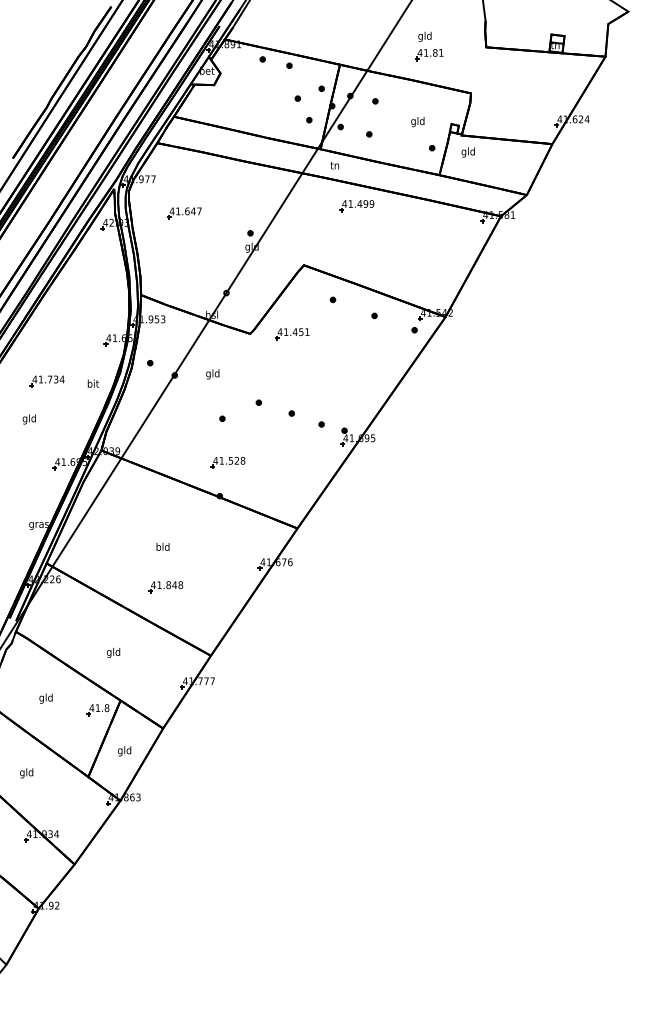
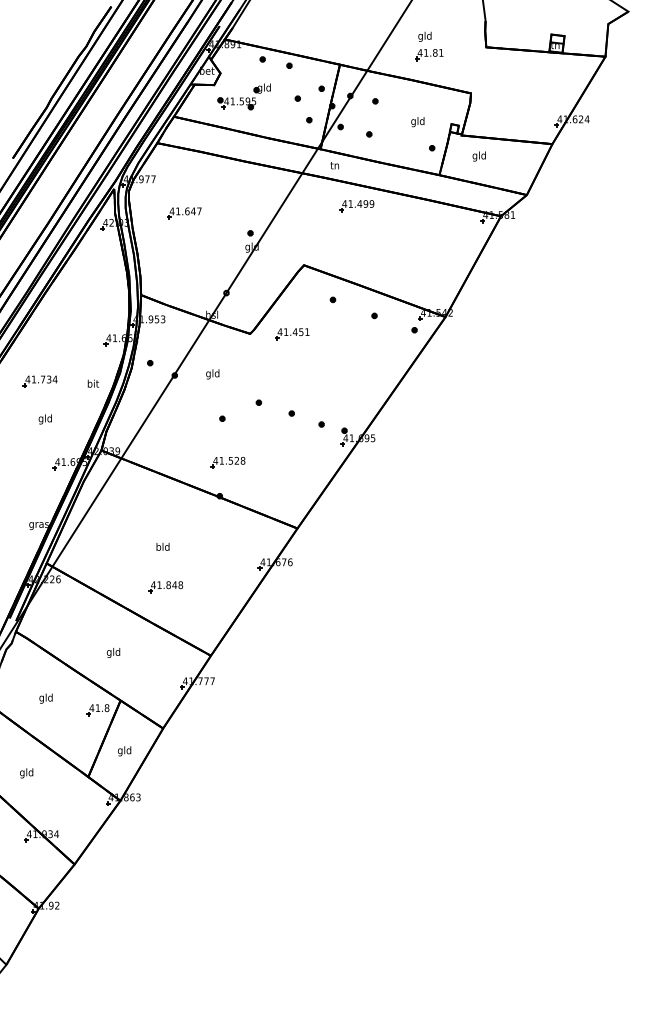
part at (243, 96): none -> present
text at (467, 152) position: (467, 152) -> (478, 156)
part at (46, 381) position: (46, 381) -> (39, 381)
text at (28, 419) position: (28, 419) -> (44, 419)
